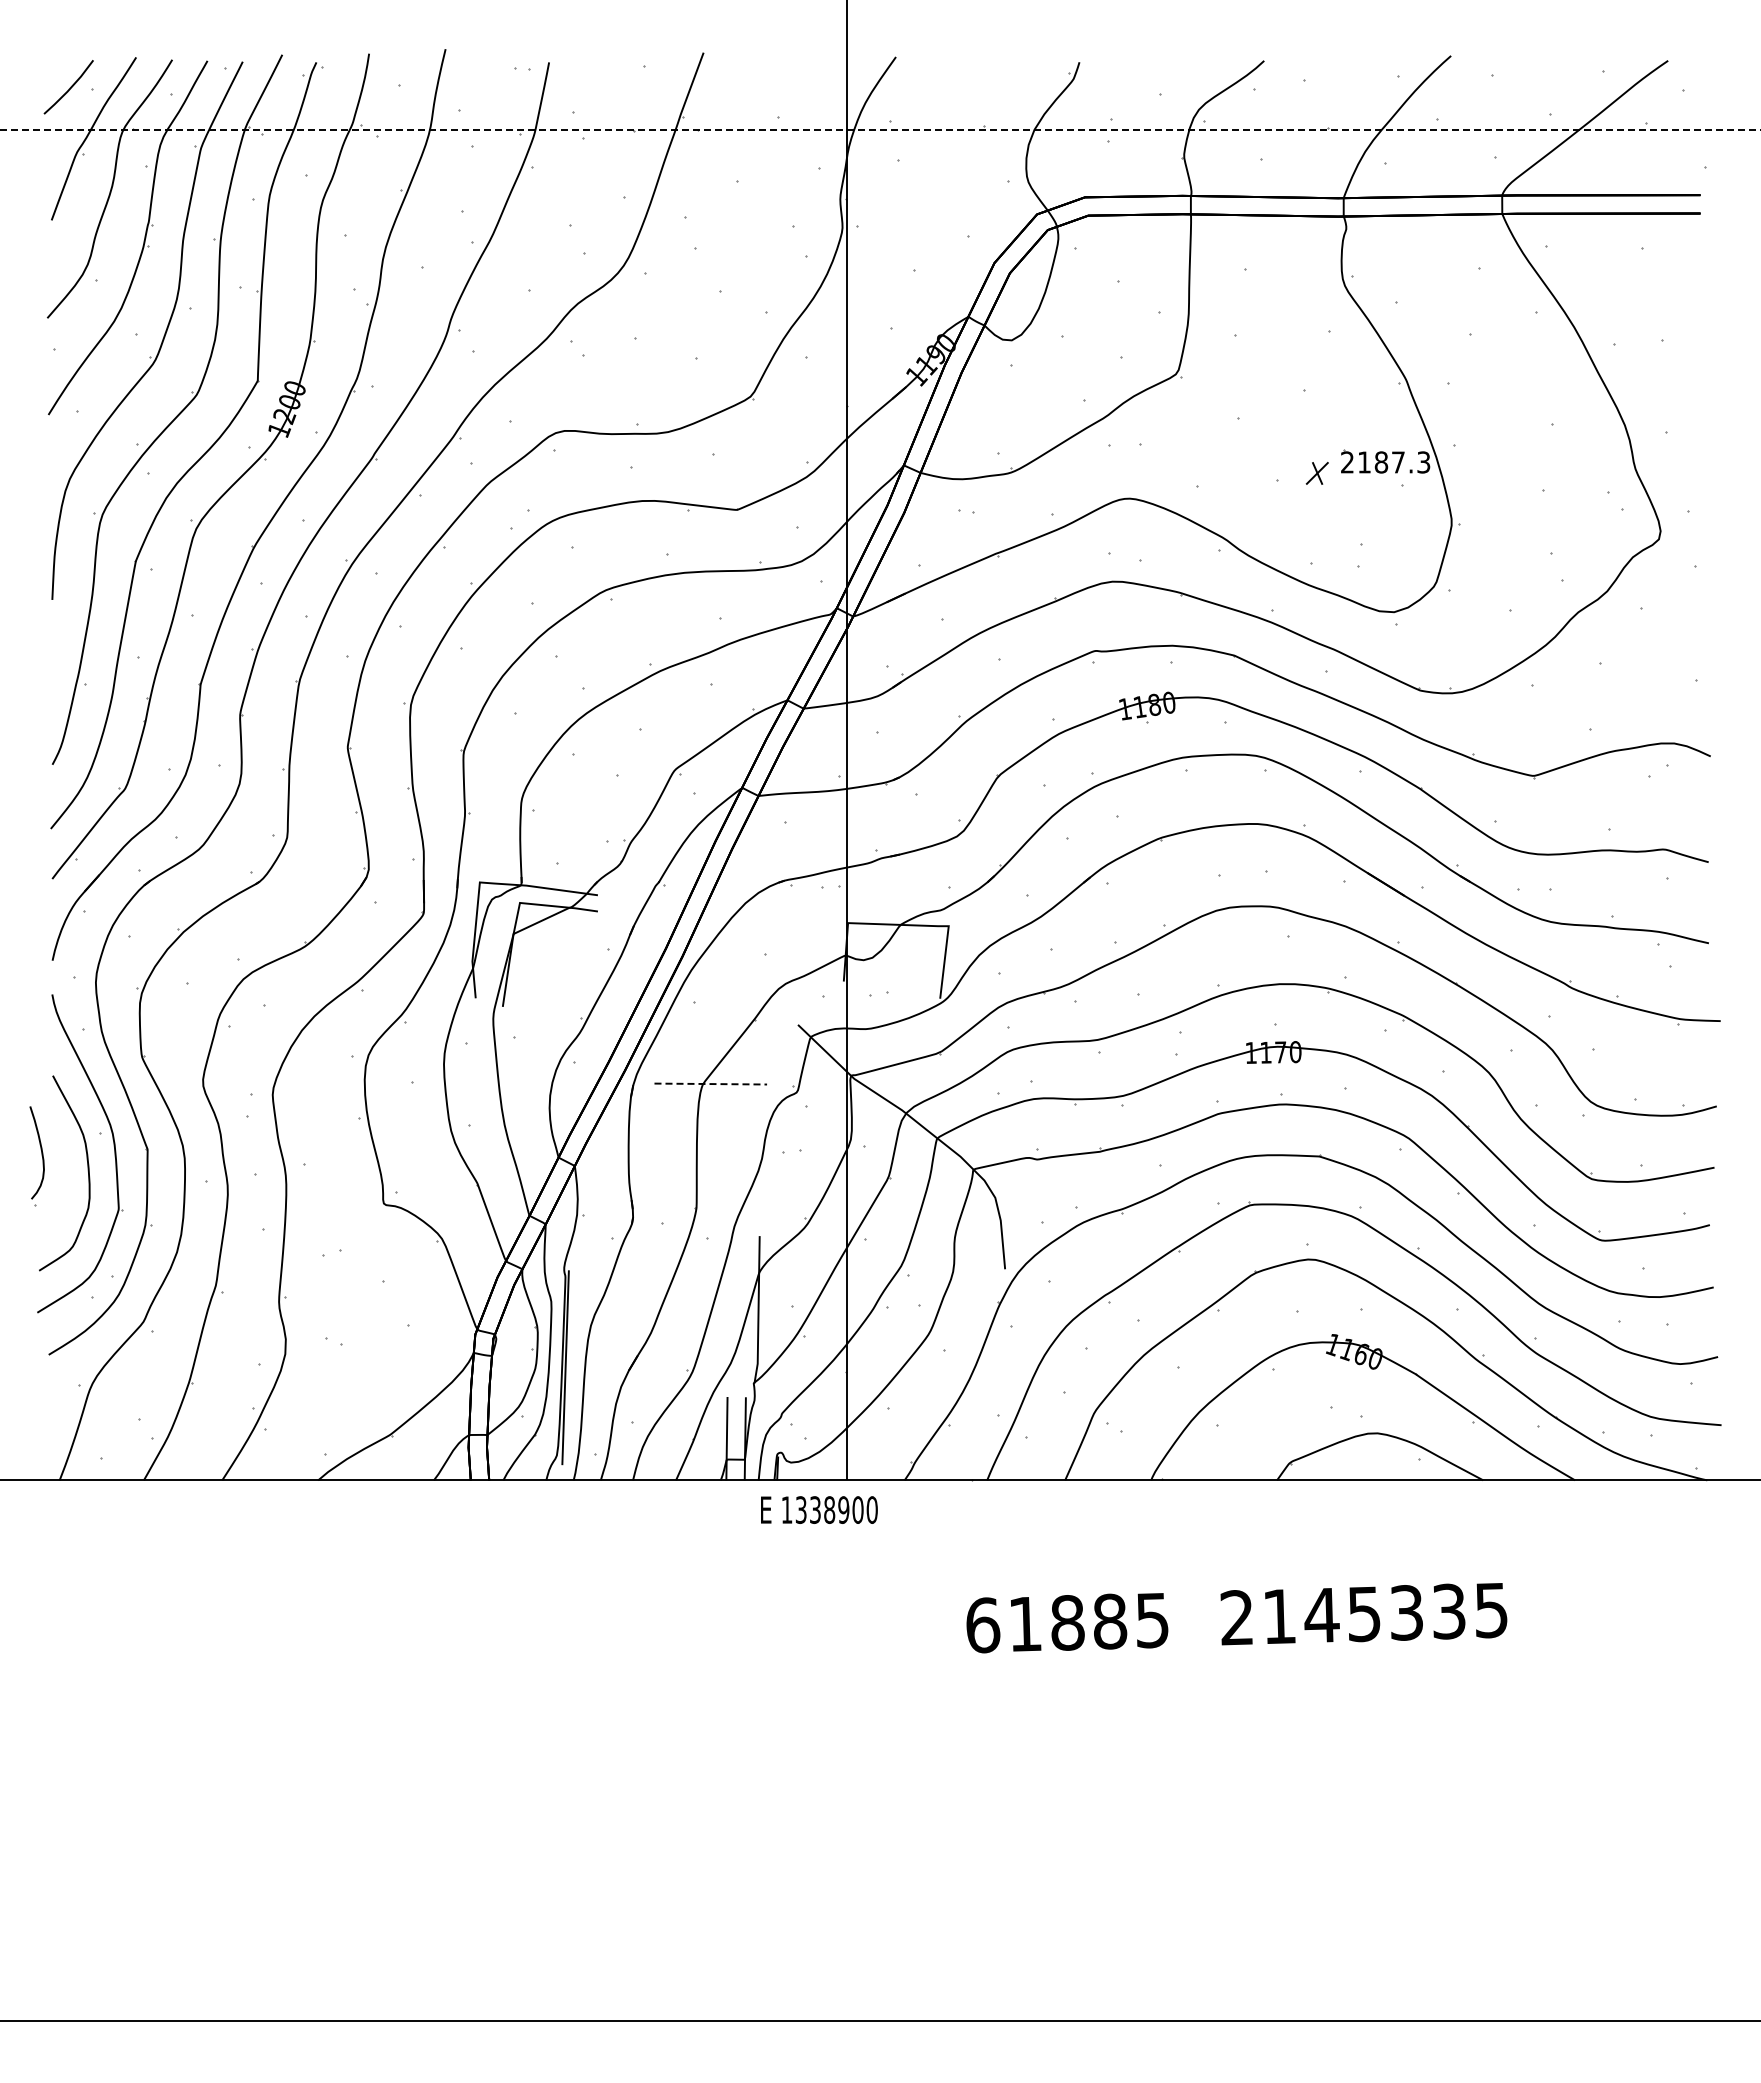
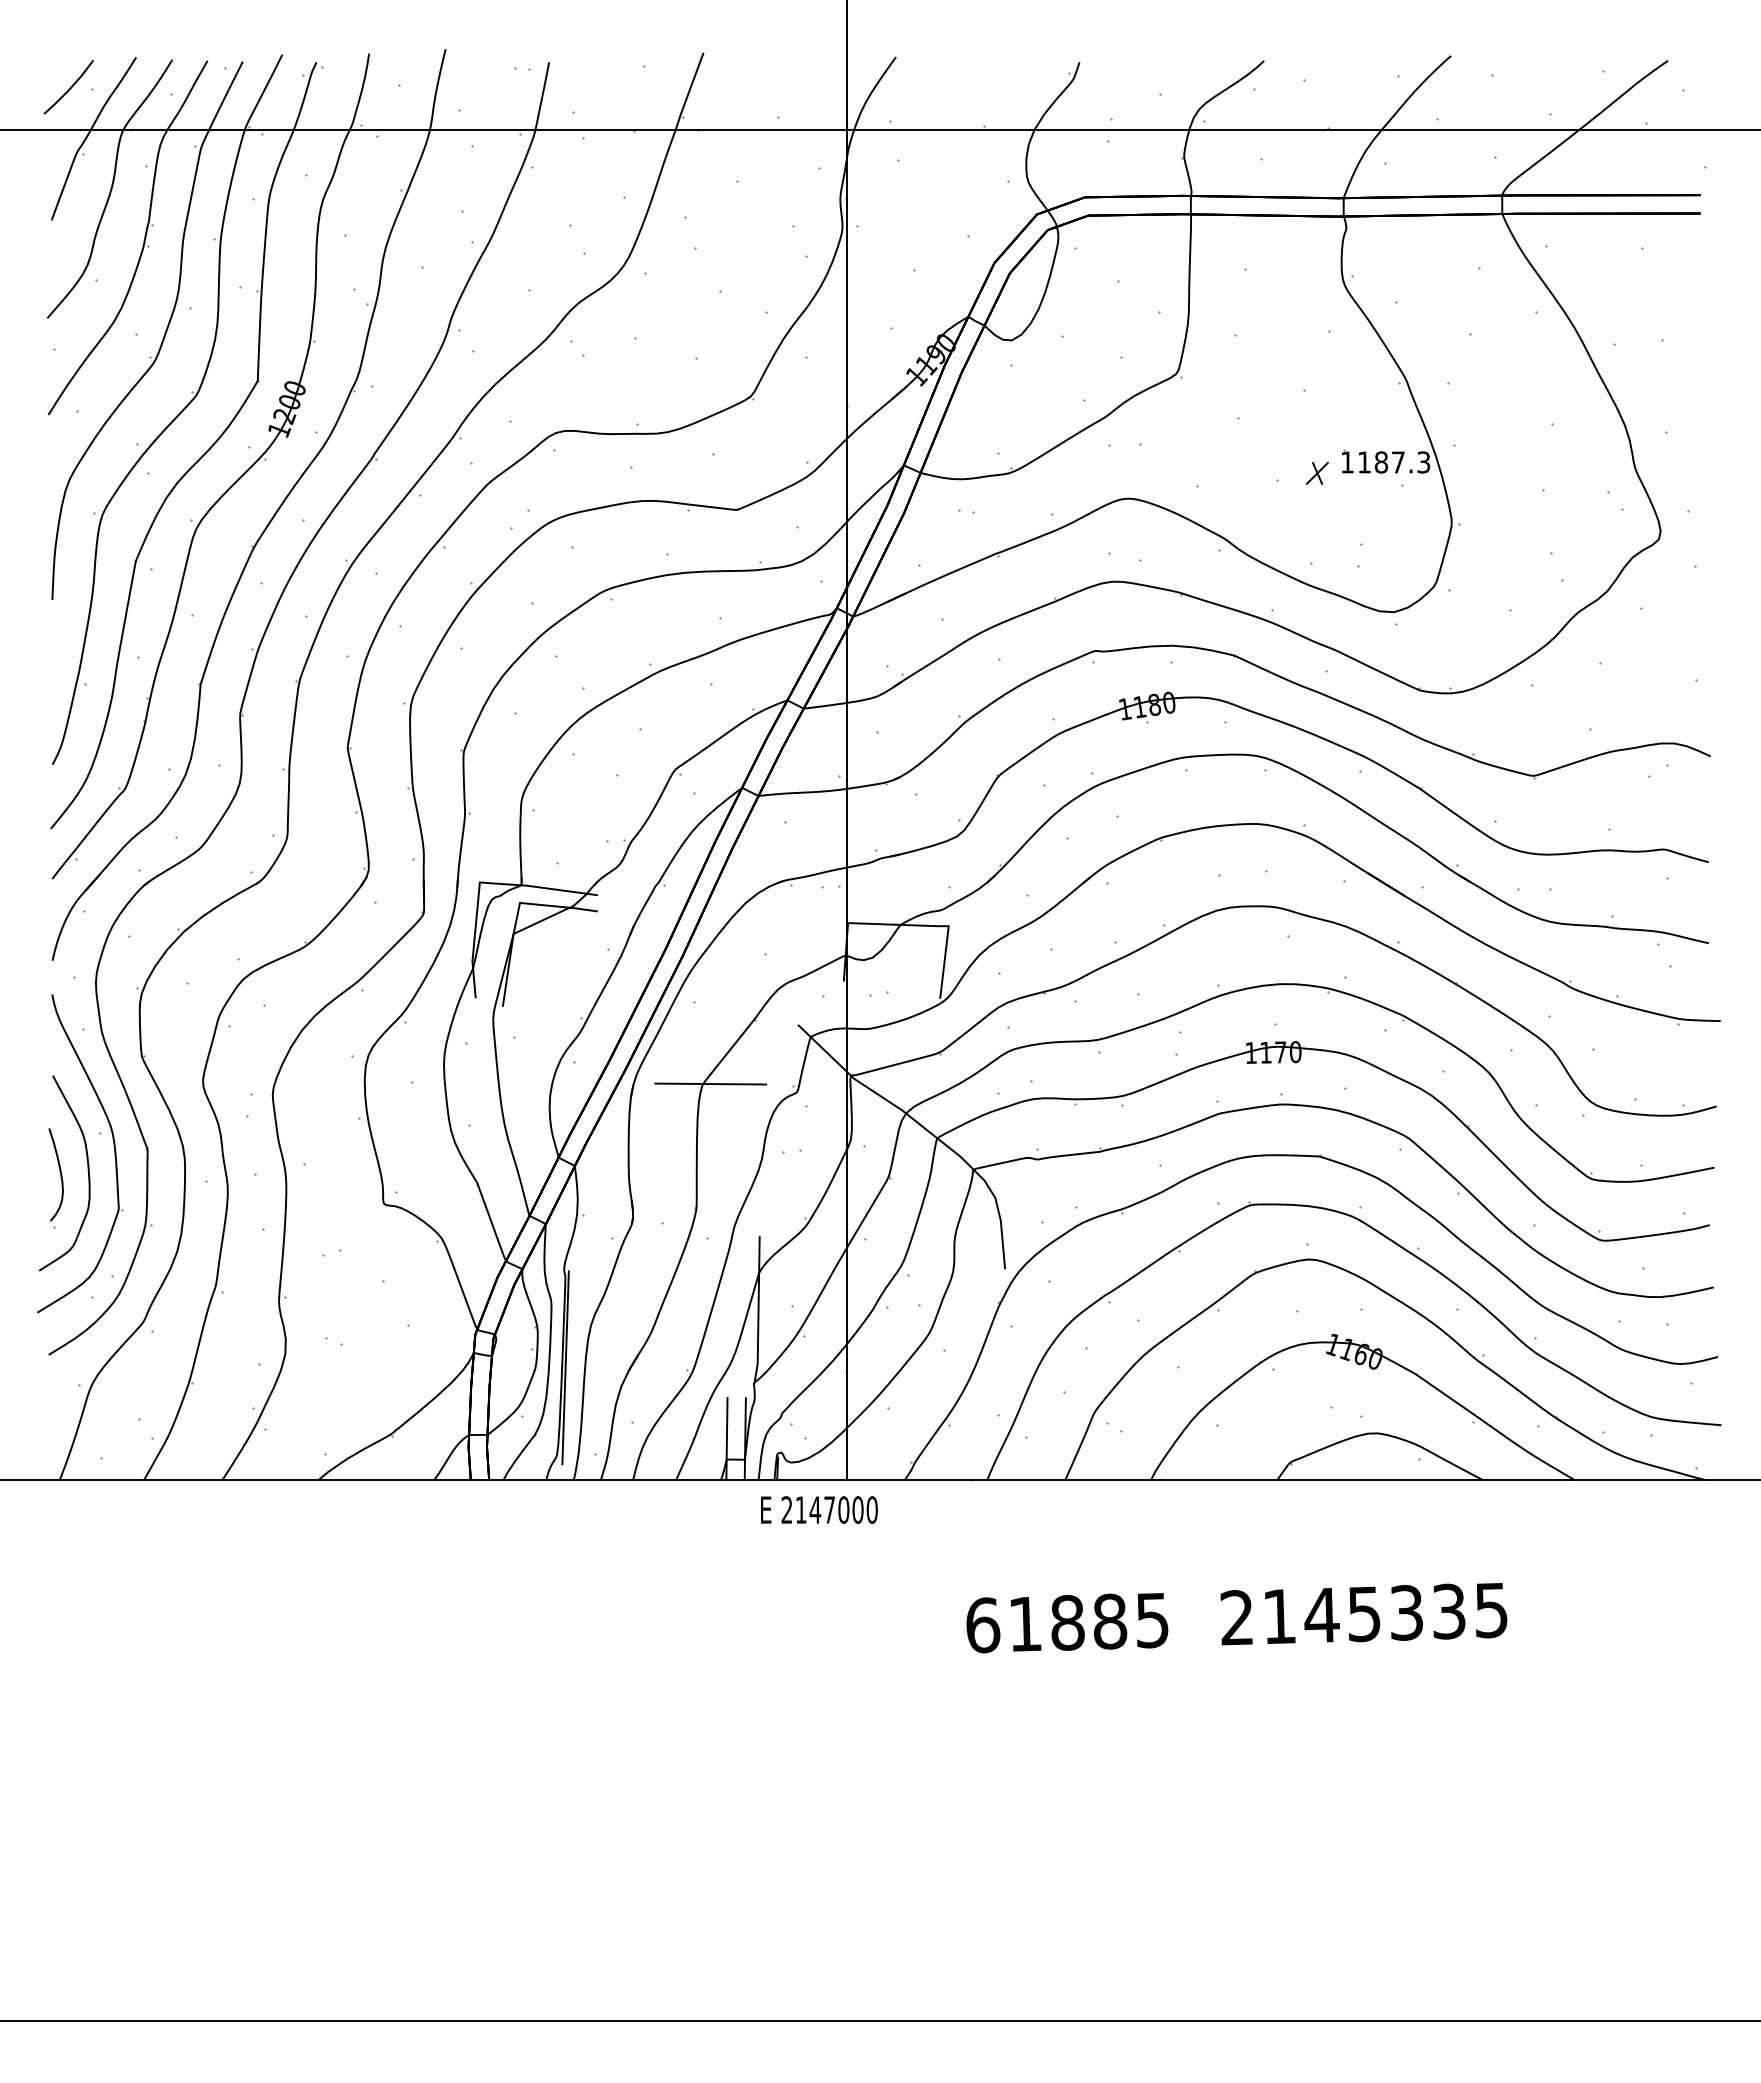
line at (880, 130): dashed -> solid
text at (1347, 462): 2187.3 -> 1187.3
line at (711, 1084): dashed -> solid
part at (36, 1156) position: (36, 1156) -> (55, 1178)
text at (815, 1509): 1338900 -> 2147000
